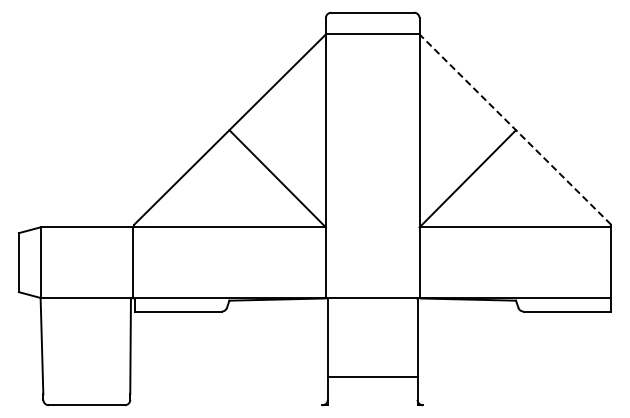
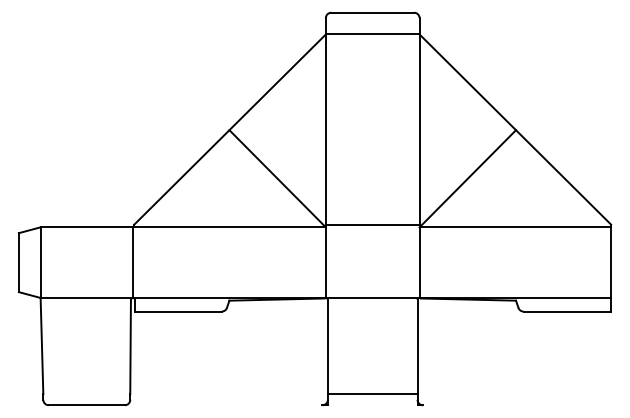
line at (515, 129): dashed -> solid
line at (372, 224): none -> present
line at (372, 377) position: (372, 377) -> (372, 394)
